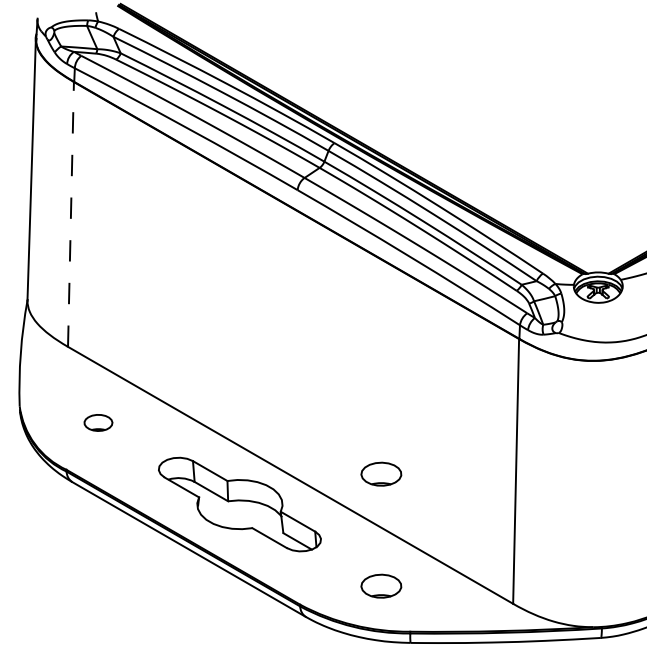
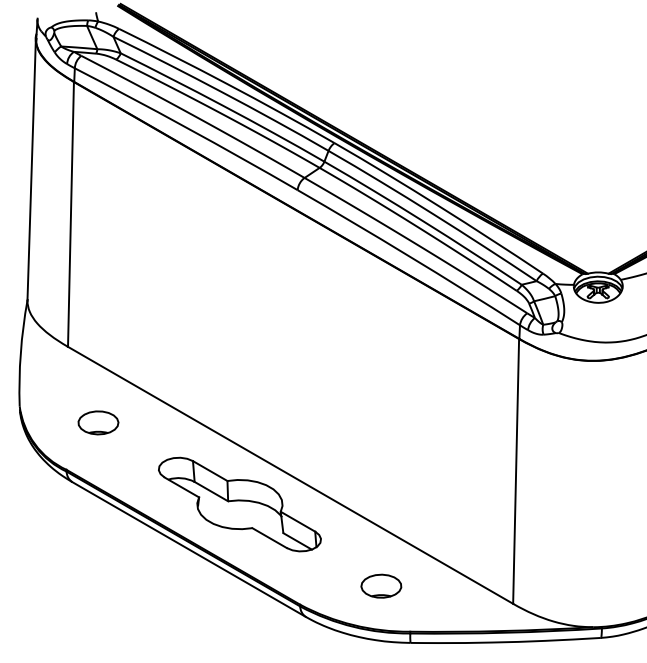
line at (70, 213): dashed -> solid
part at (98, 422) size: 31x18 px -> 43x26 px
part at (381, 473): present -> none
